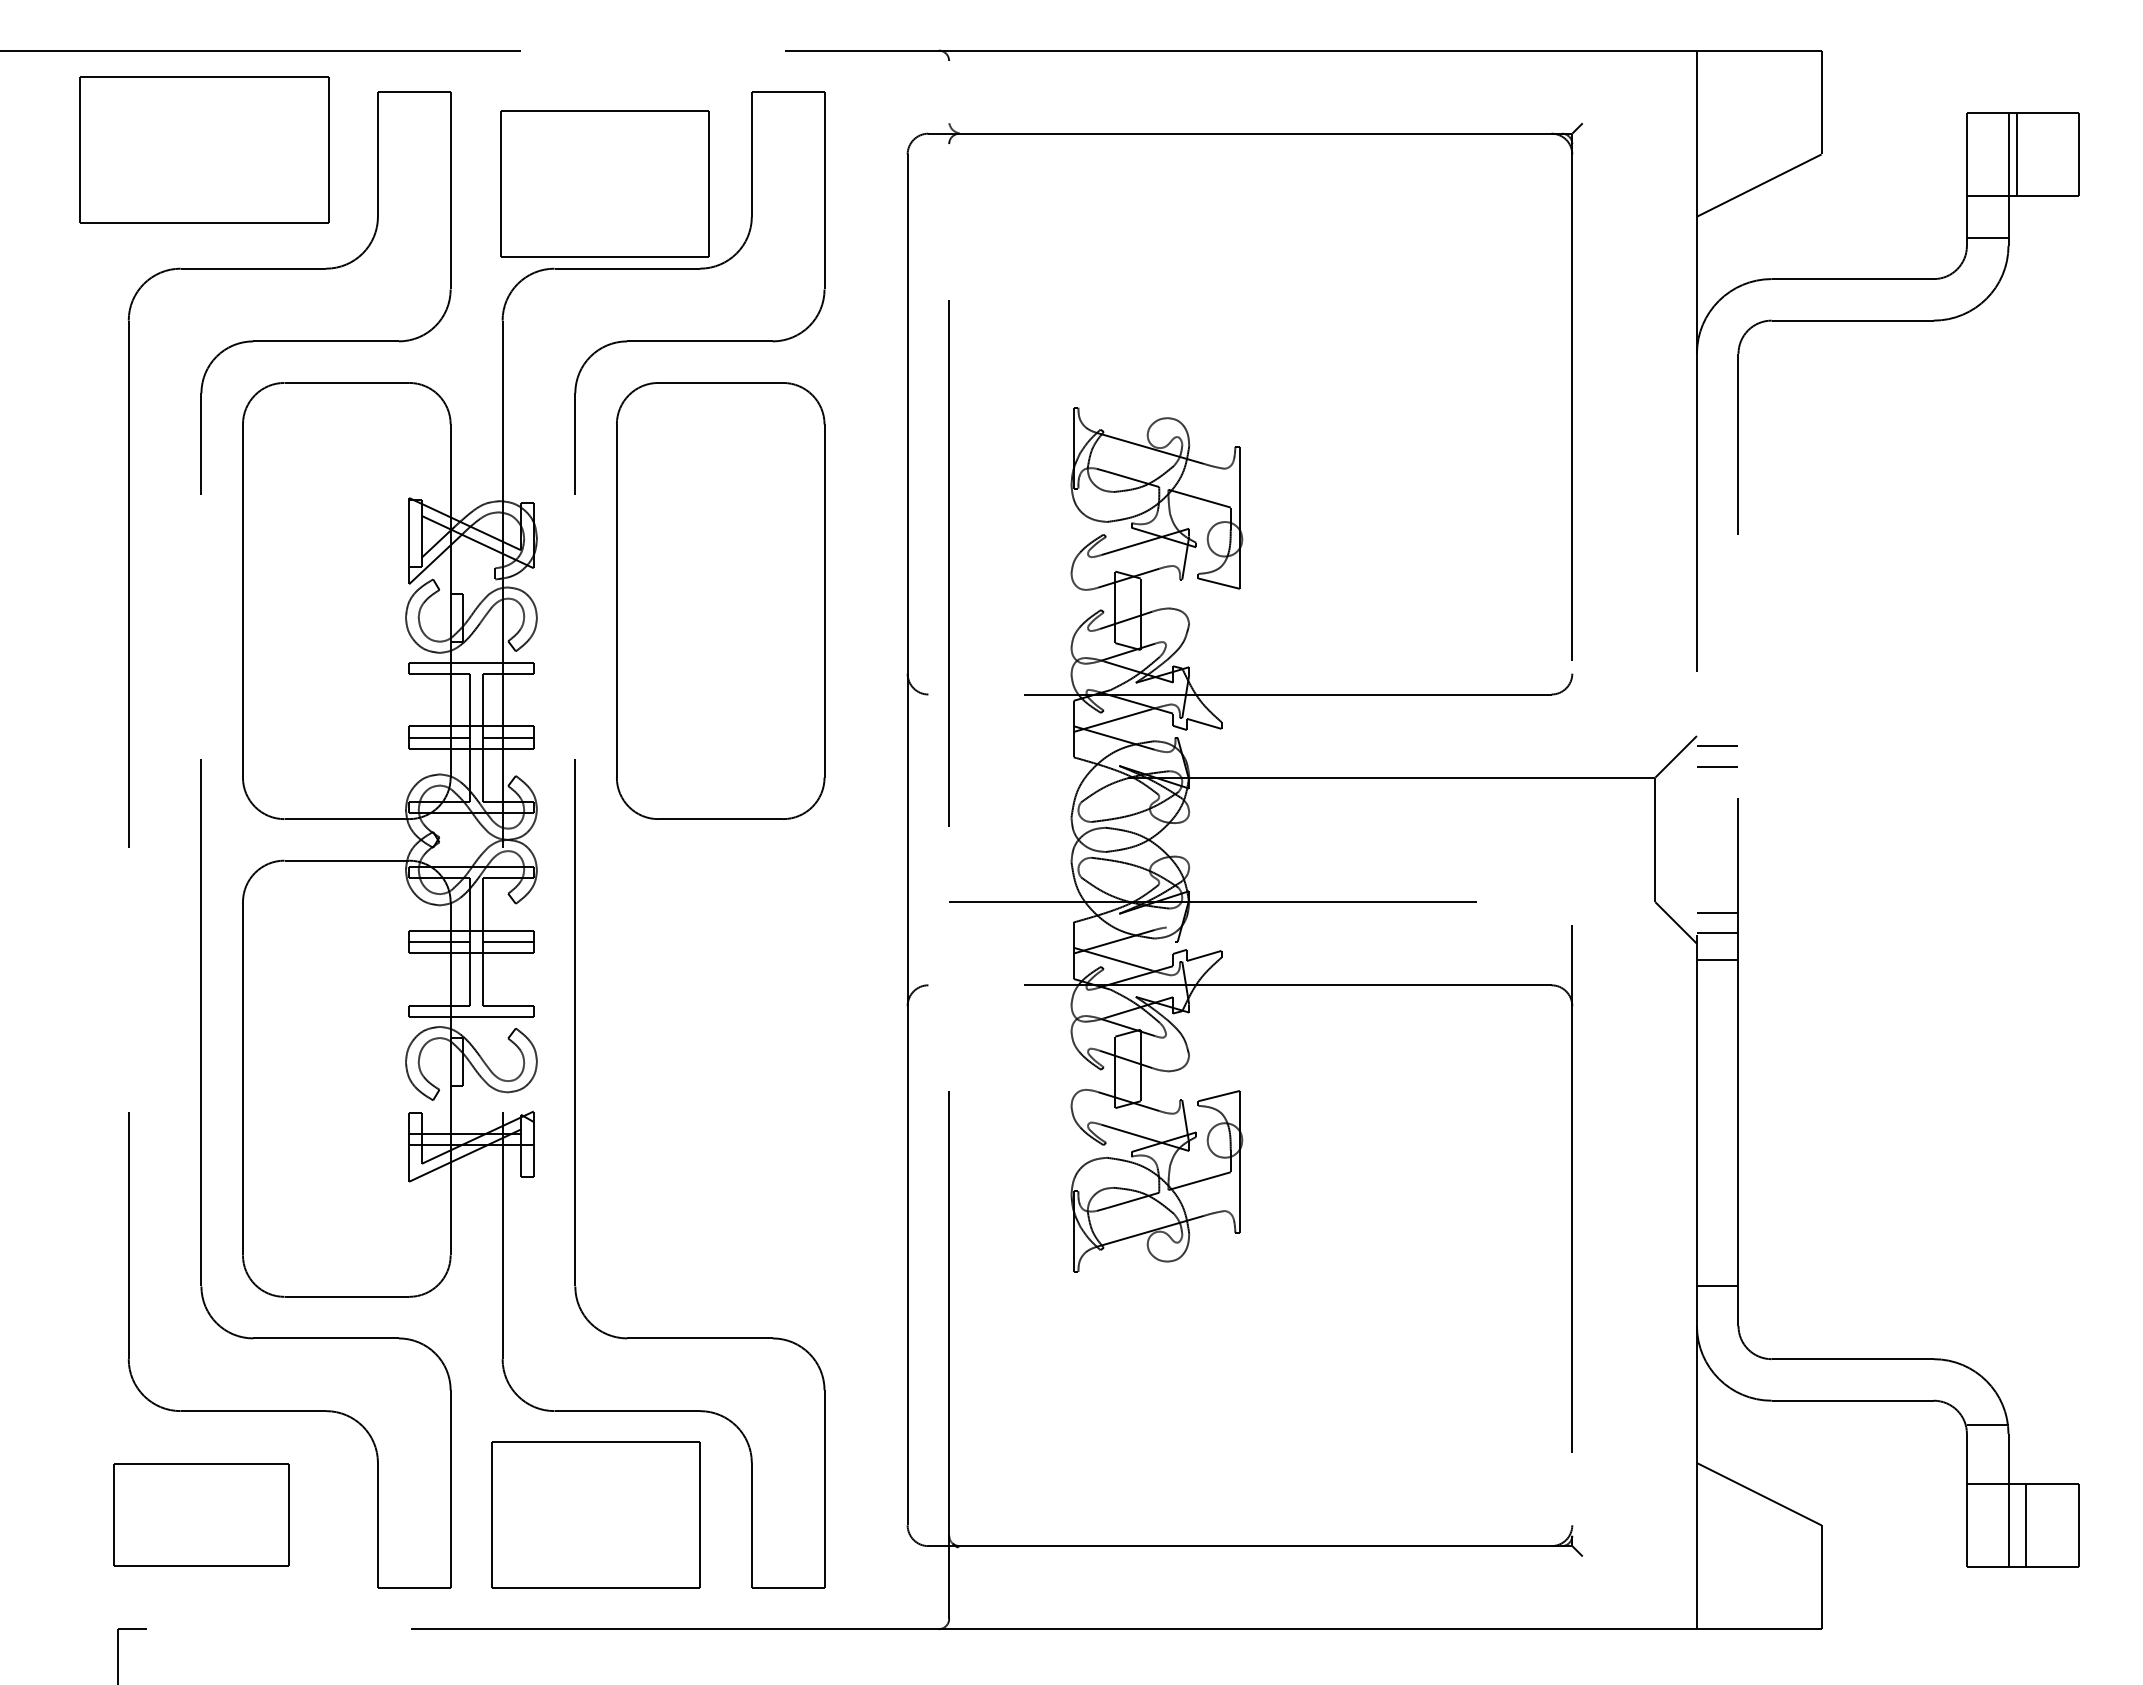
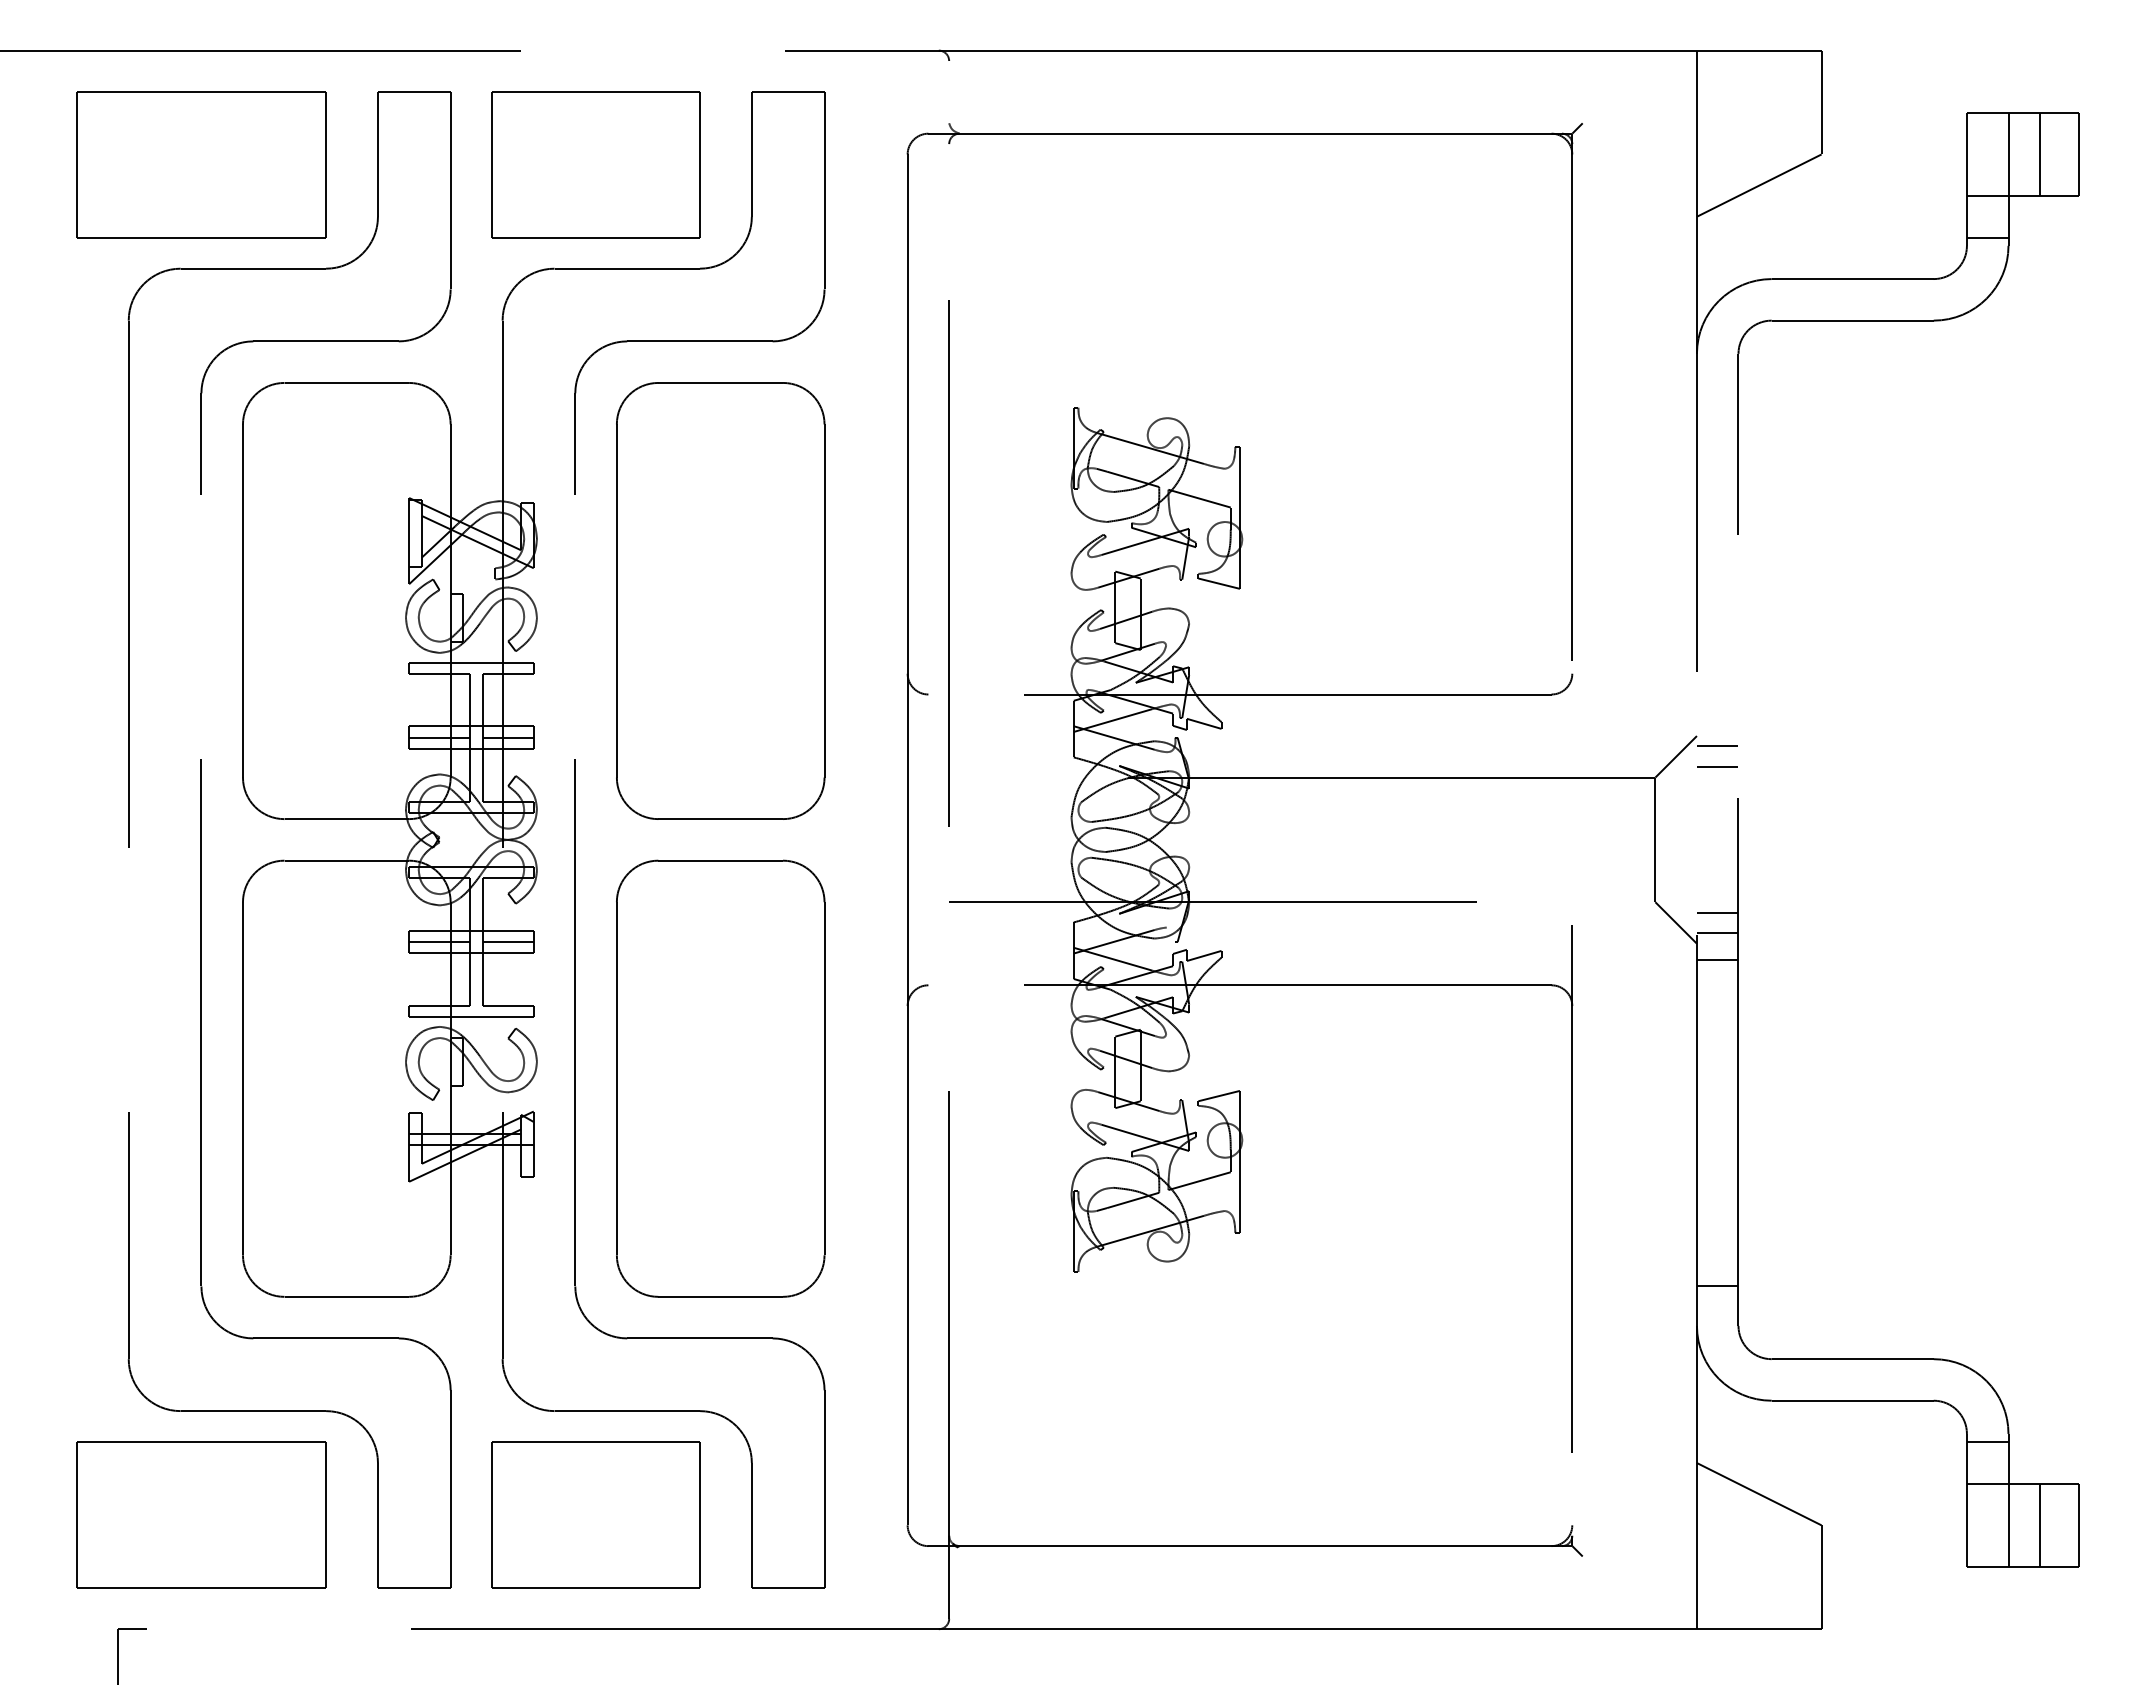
part at (204, 149) position: (204, 149) -> (201, 164)
line at (2016, 154) position: (2016, 154) -> (2039, 154)
part at (604, 183) position: (604, 183) -> (595, 164)
part at (720, 1078): none -> present
line at (1987, 1425) position: (1987, 1425) -> (1987, 1442)
part at (201, 1514) size: 177x104 px -> 251x148 px
line at (2025, 1524) position: (2025, 1524) -> (2039, 1524)
